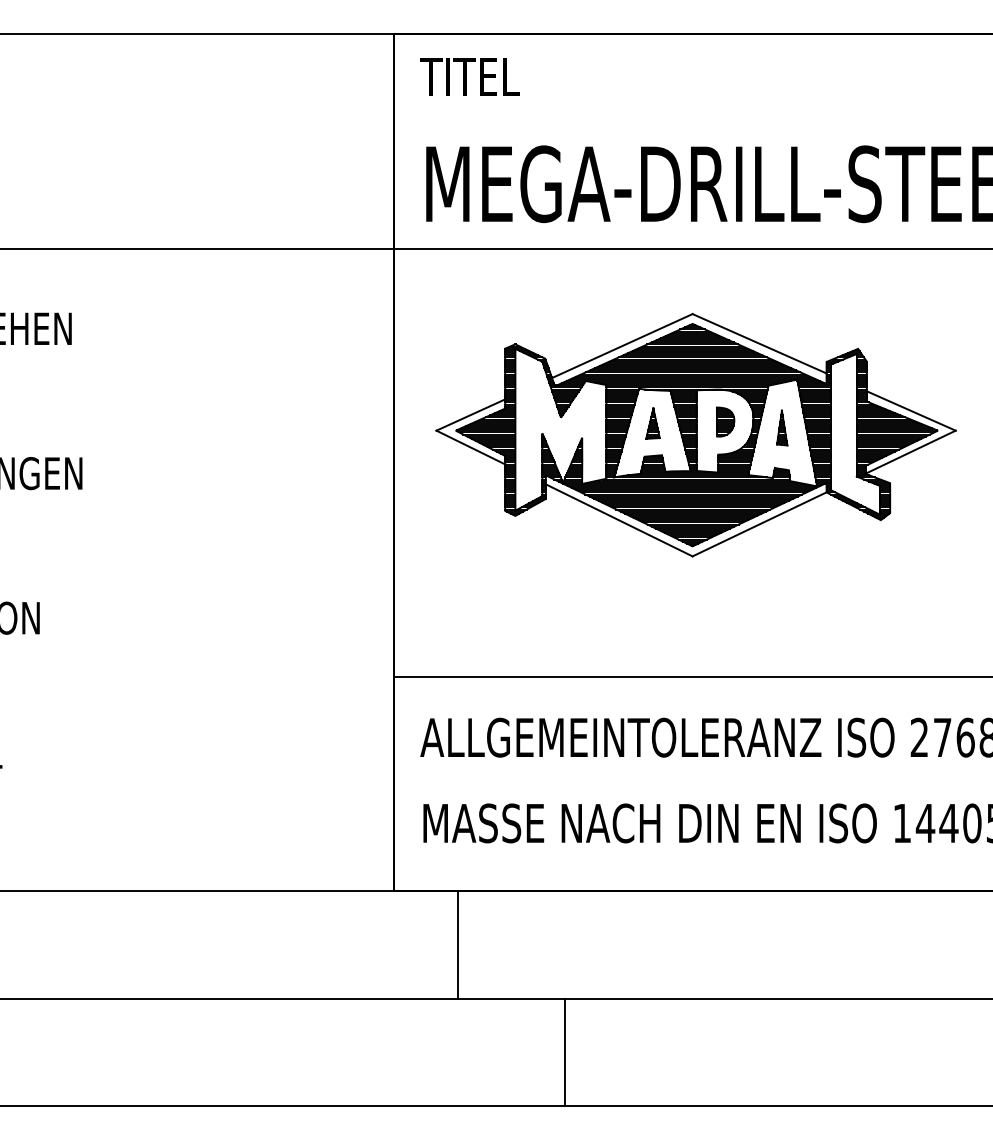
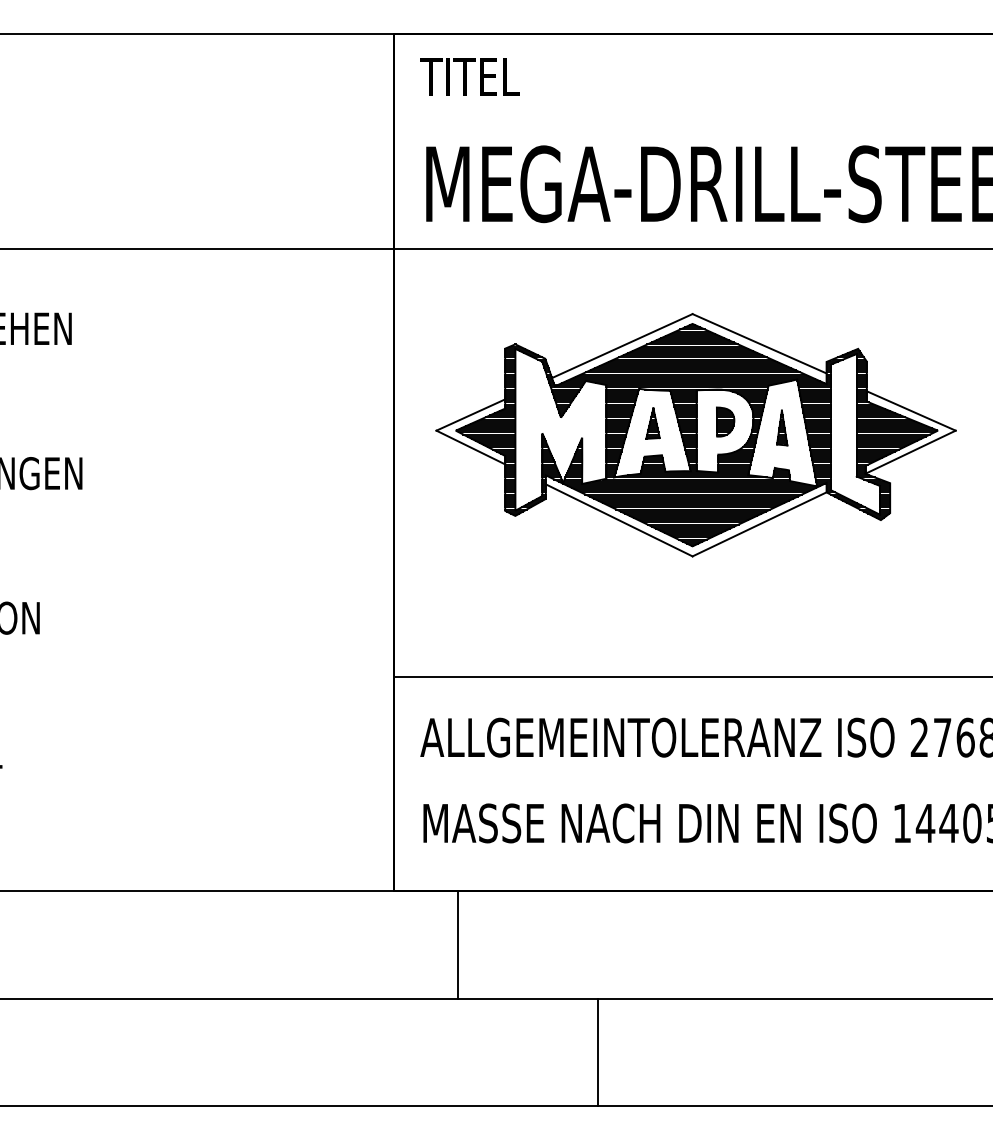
line at (565, 1051) position: (565, 1051) -> (598, 1051)
